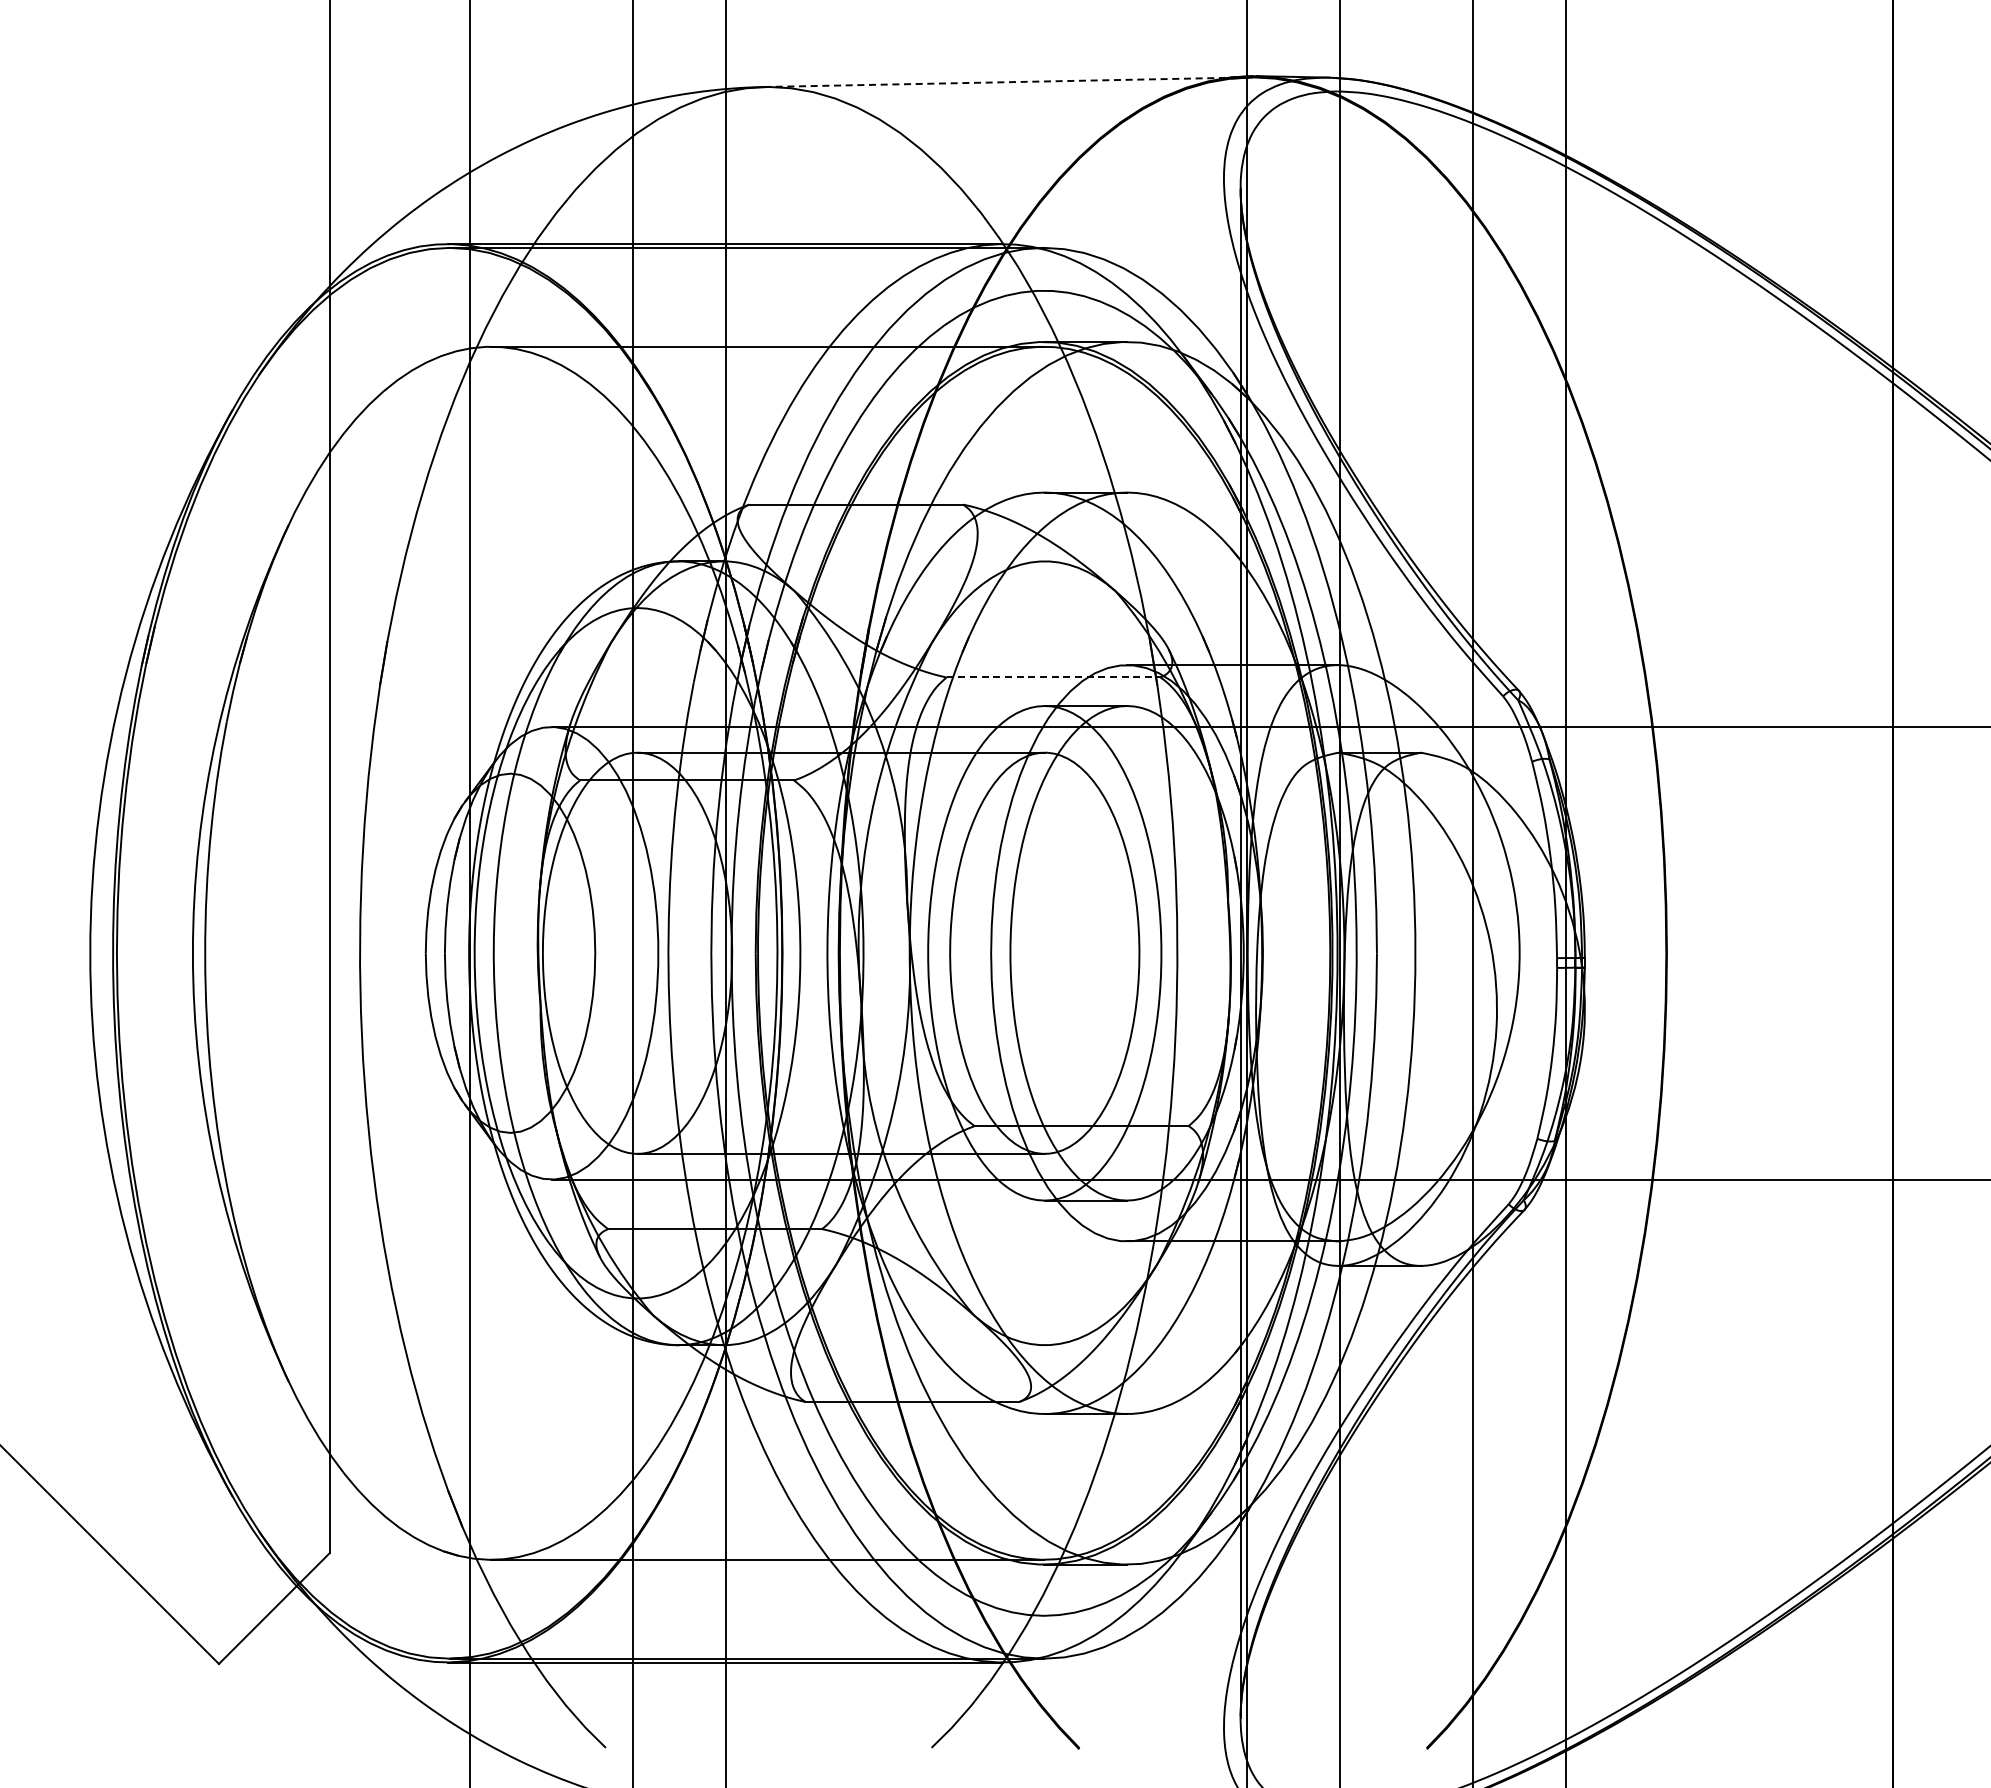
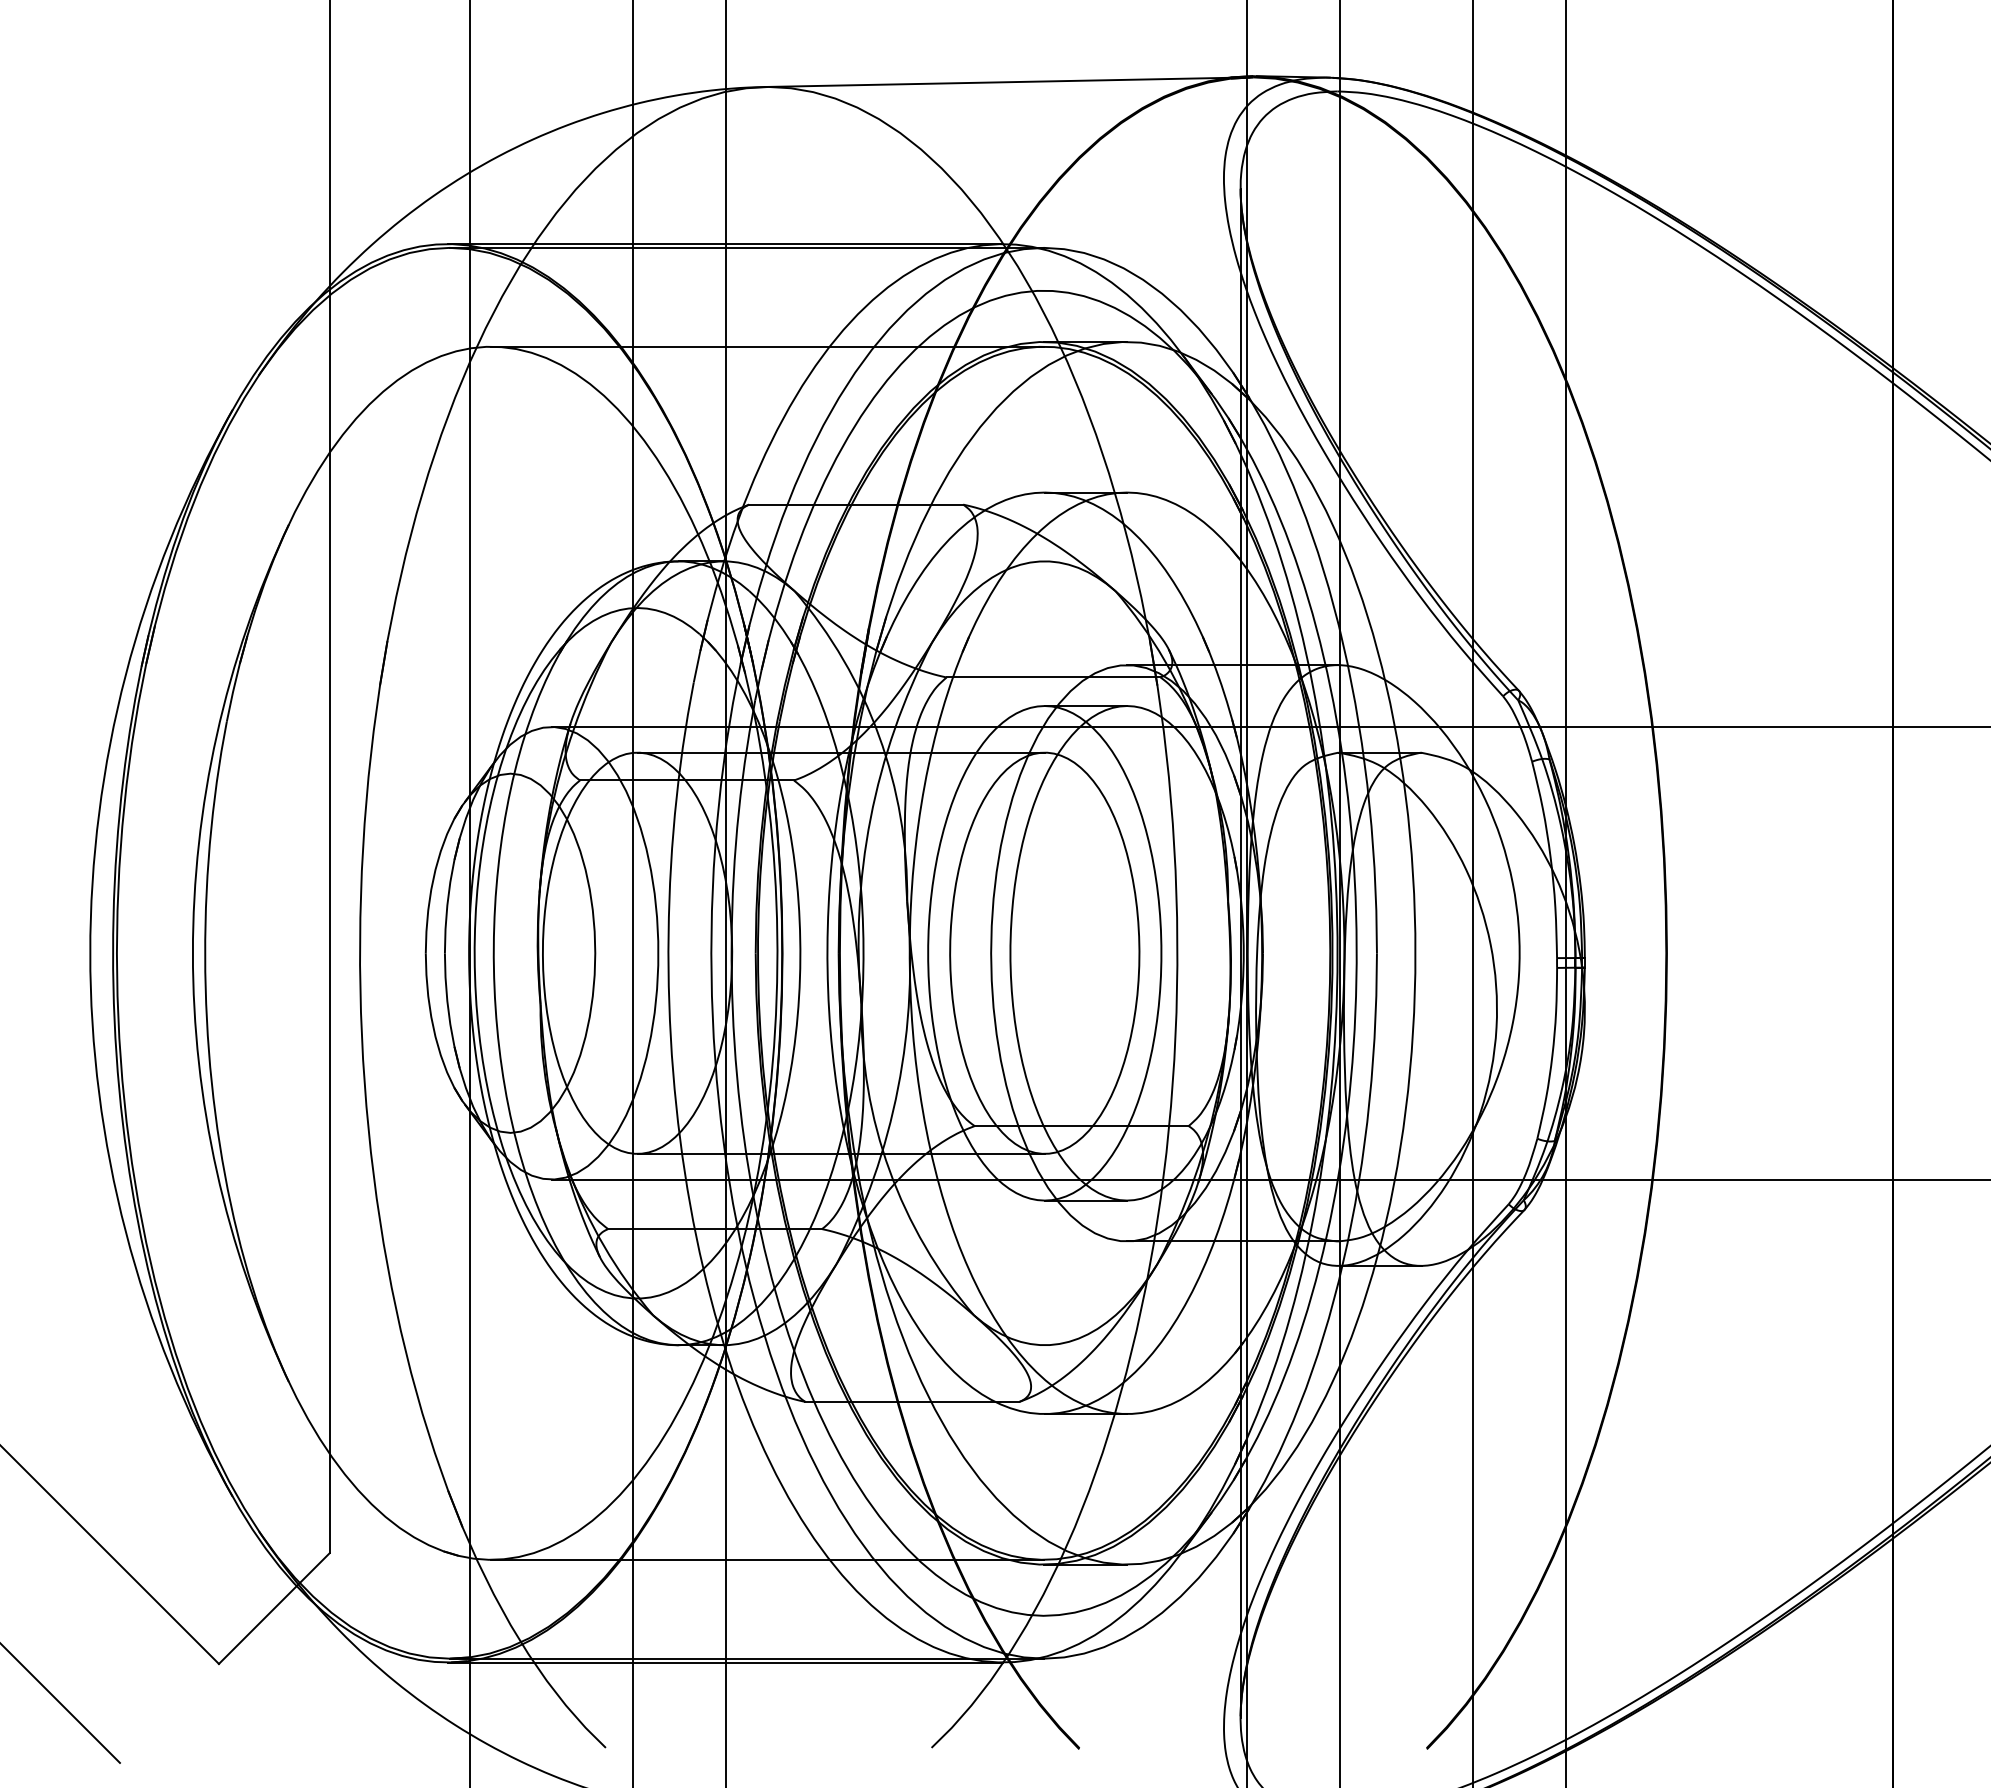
line at (1006, 82): dashed -> solid
line at (1053, 677): dashed -> solid
line at (60, 1703): none -> present
